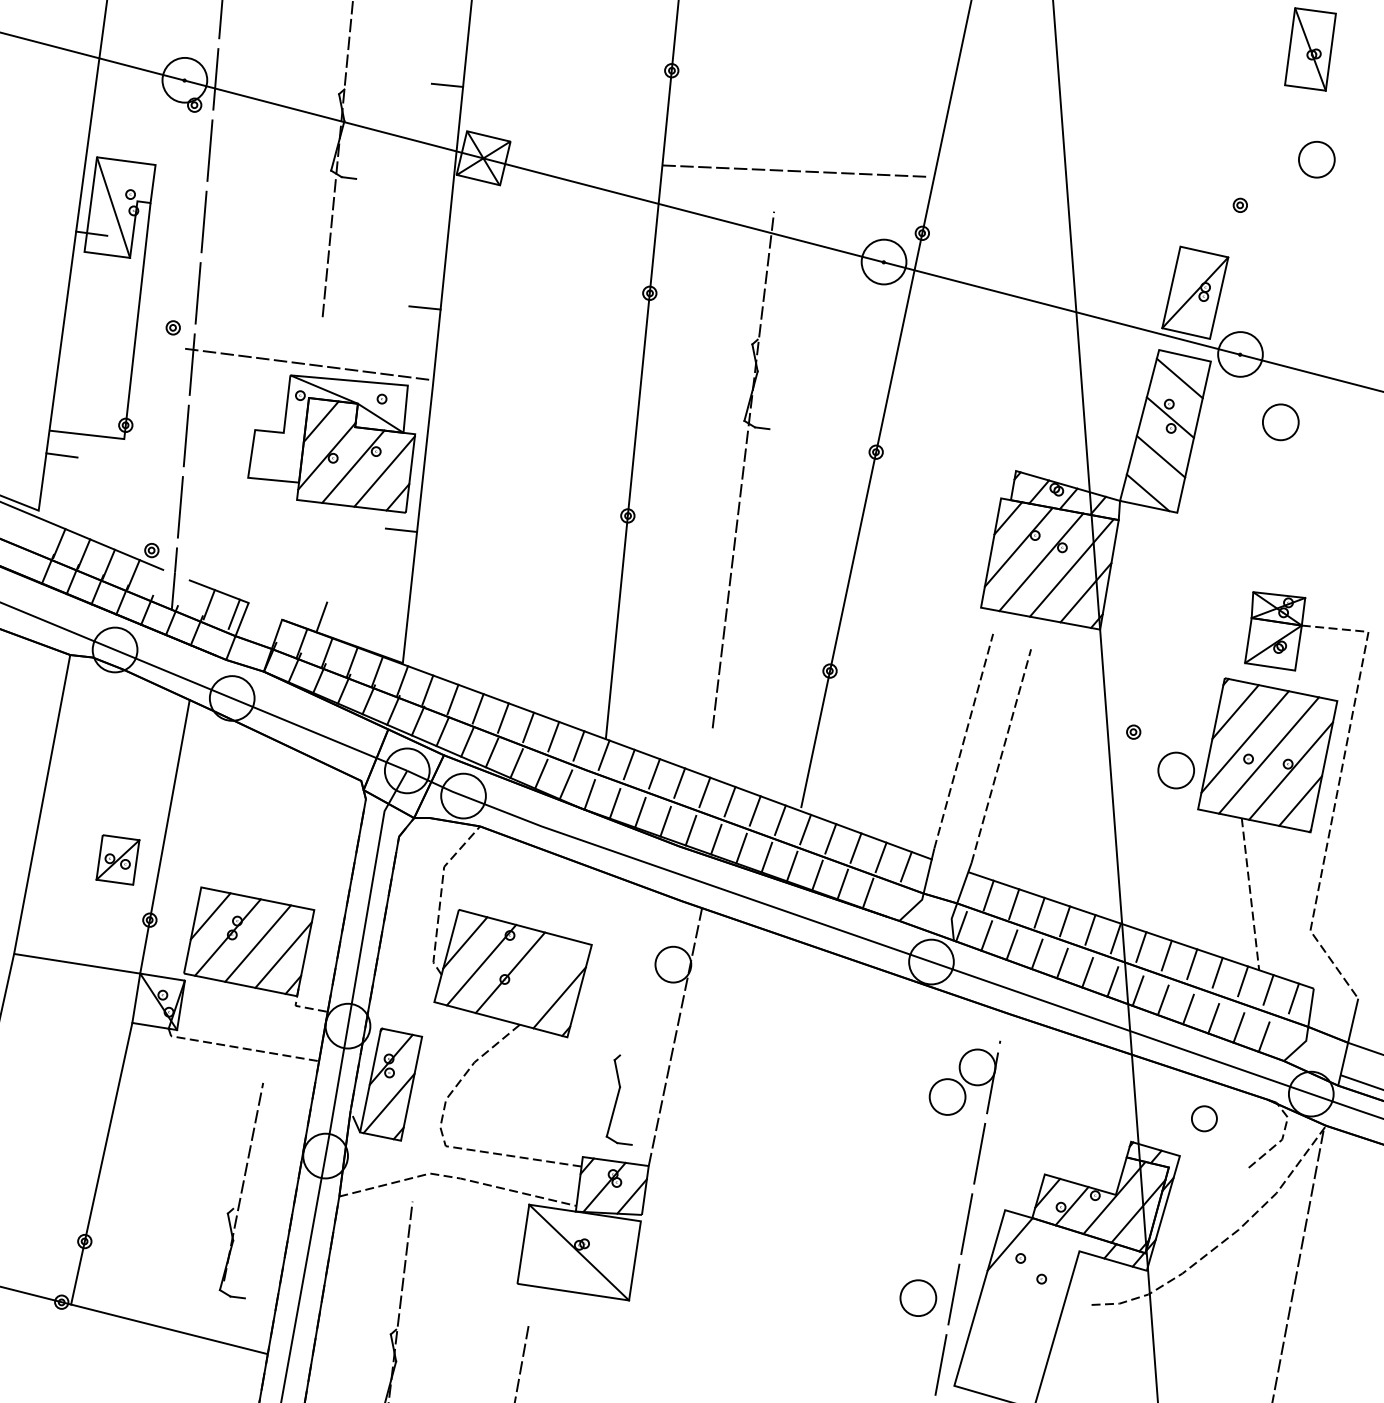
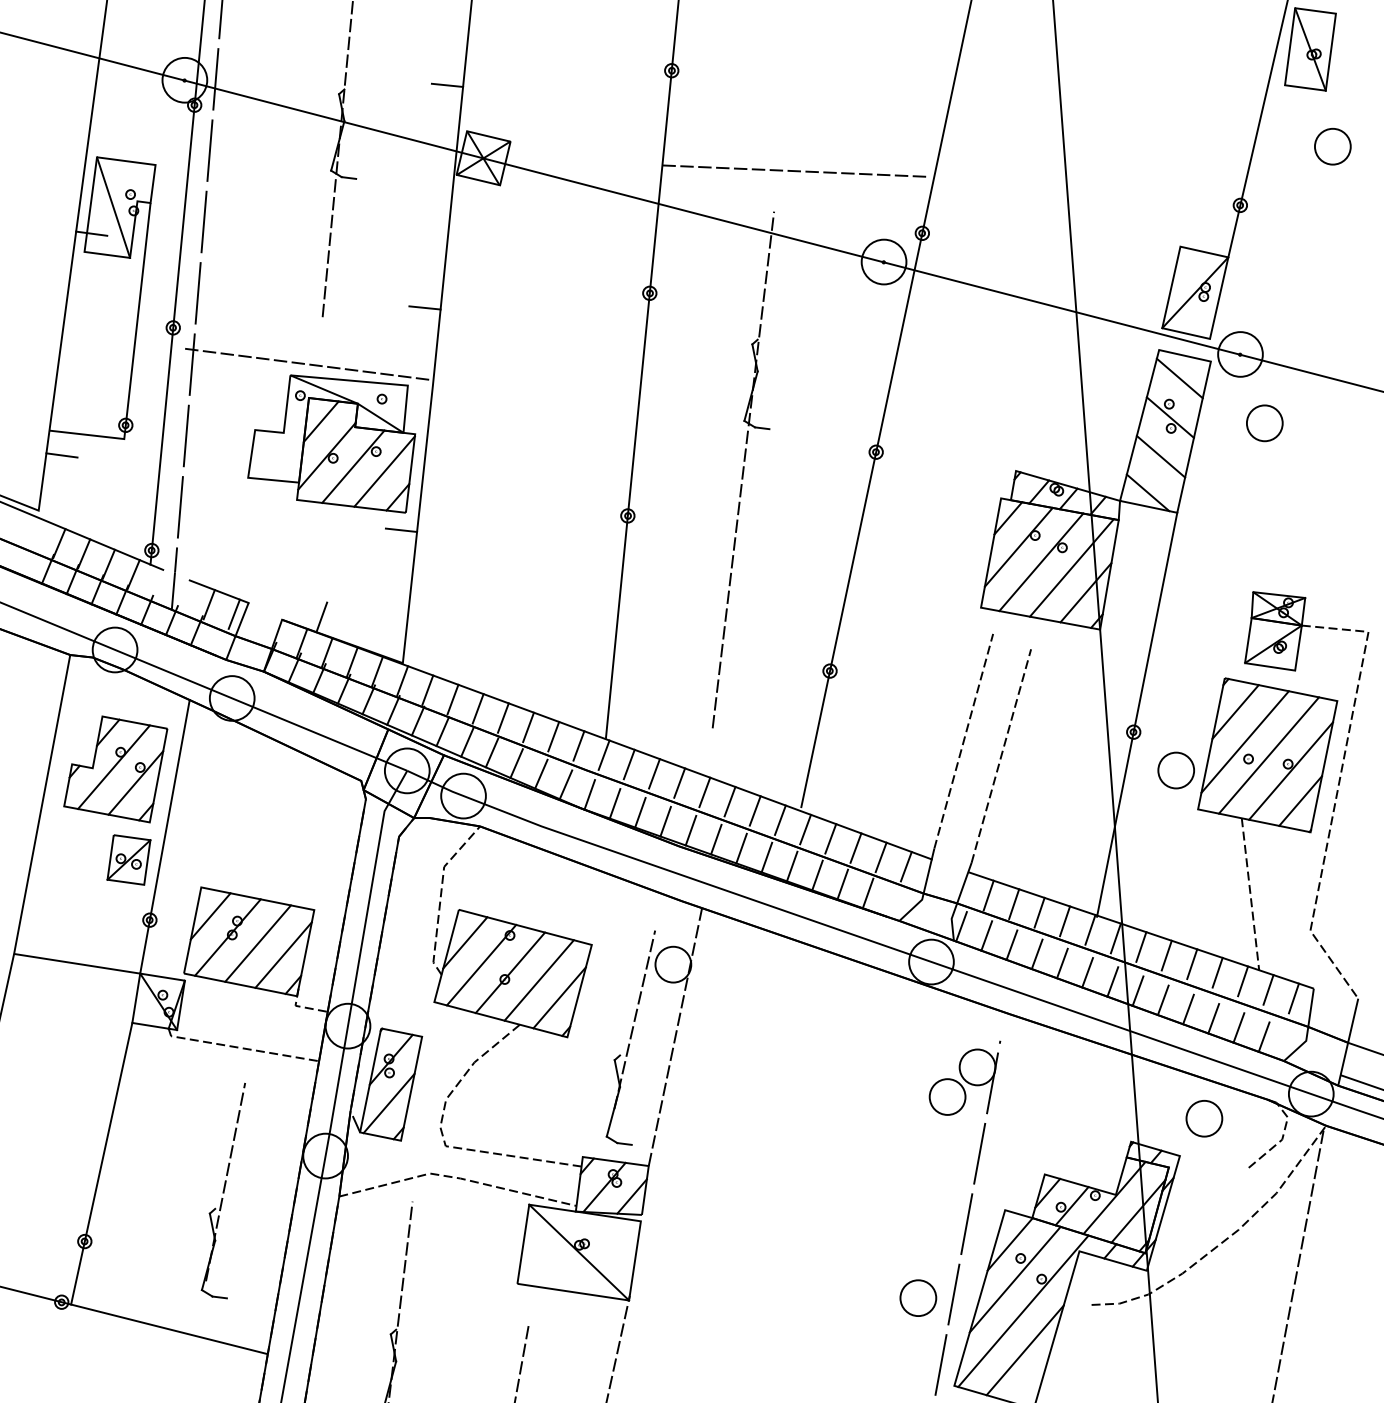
line at (1257, 129): none -> present
part at (1316, 159) position: (1316, 159) -> (1332, 146)
line at (177, 283): none -> present
part at (1280, 422) position: (1280, 422) -> (1264, 423)
line at (1137, 714): none -> present
part at (115, 769): none -> present
part at (117, 859) position: (117, 859) -> (128, 859)
line at (538, 980): none -> present
line at (634, 1019): none -> present
part at (1204, 1118) size: 27x28 px -> 39x38 px
part at (240, 1190) position: (240, 1190) -> (222, 1190)
line at (1014, 1279): none -> present
line at (1023, 1310): none -> present
line at (618, 1347): none -> present
line at (1024, 1350): none -> present
